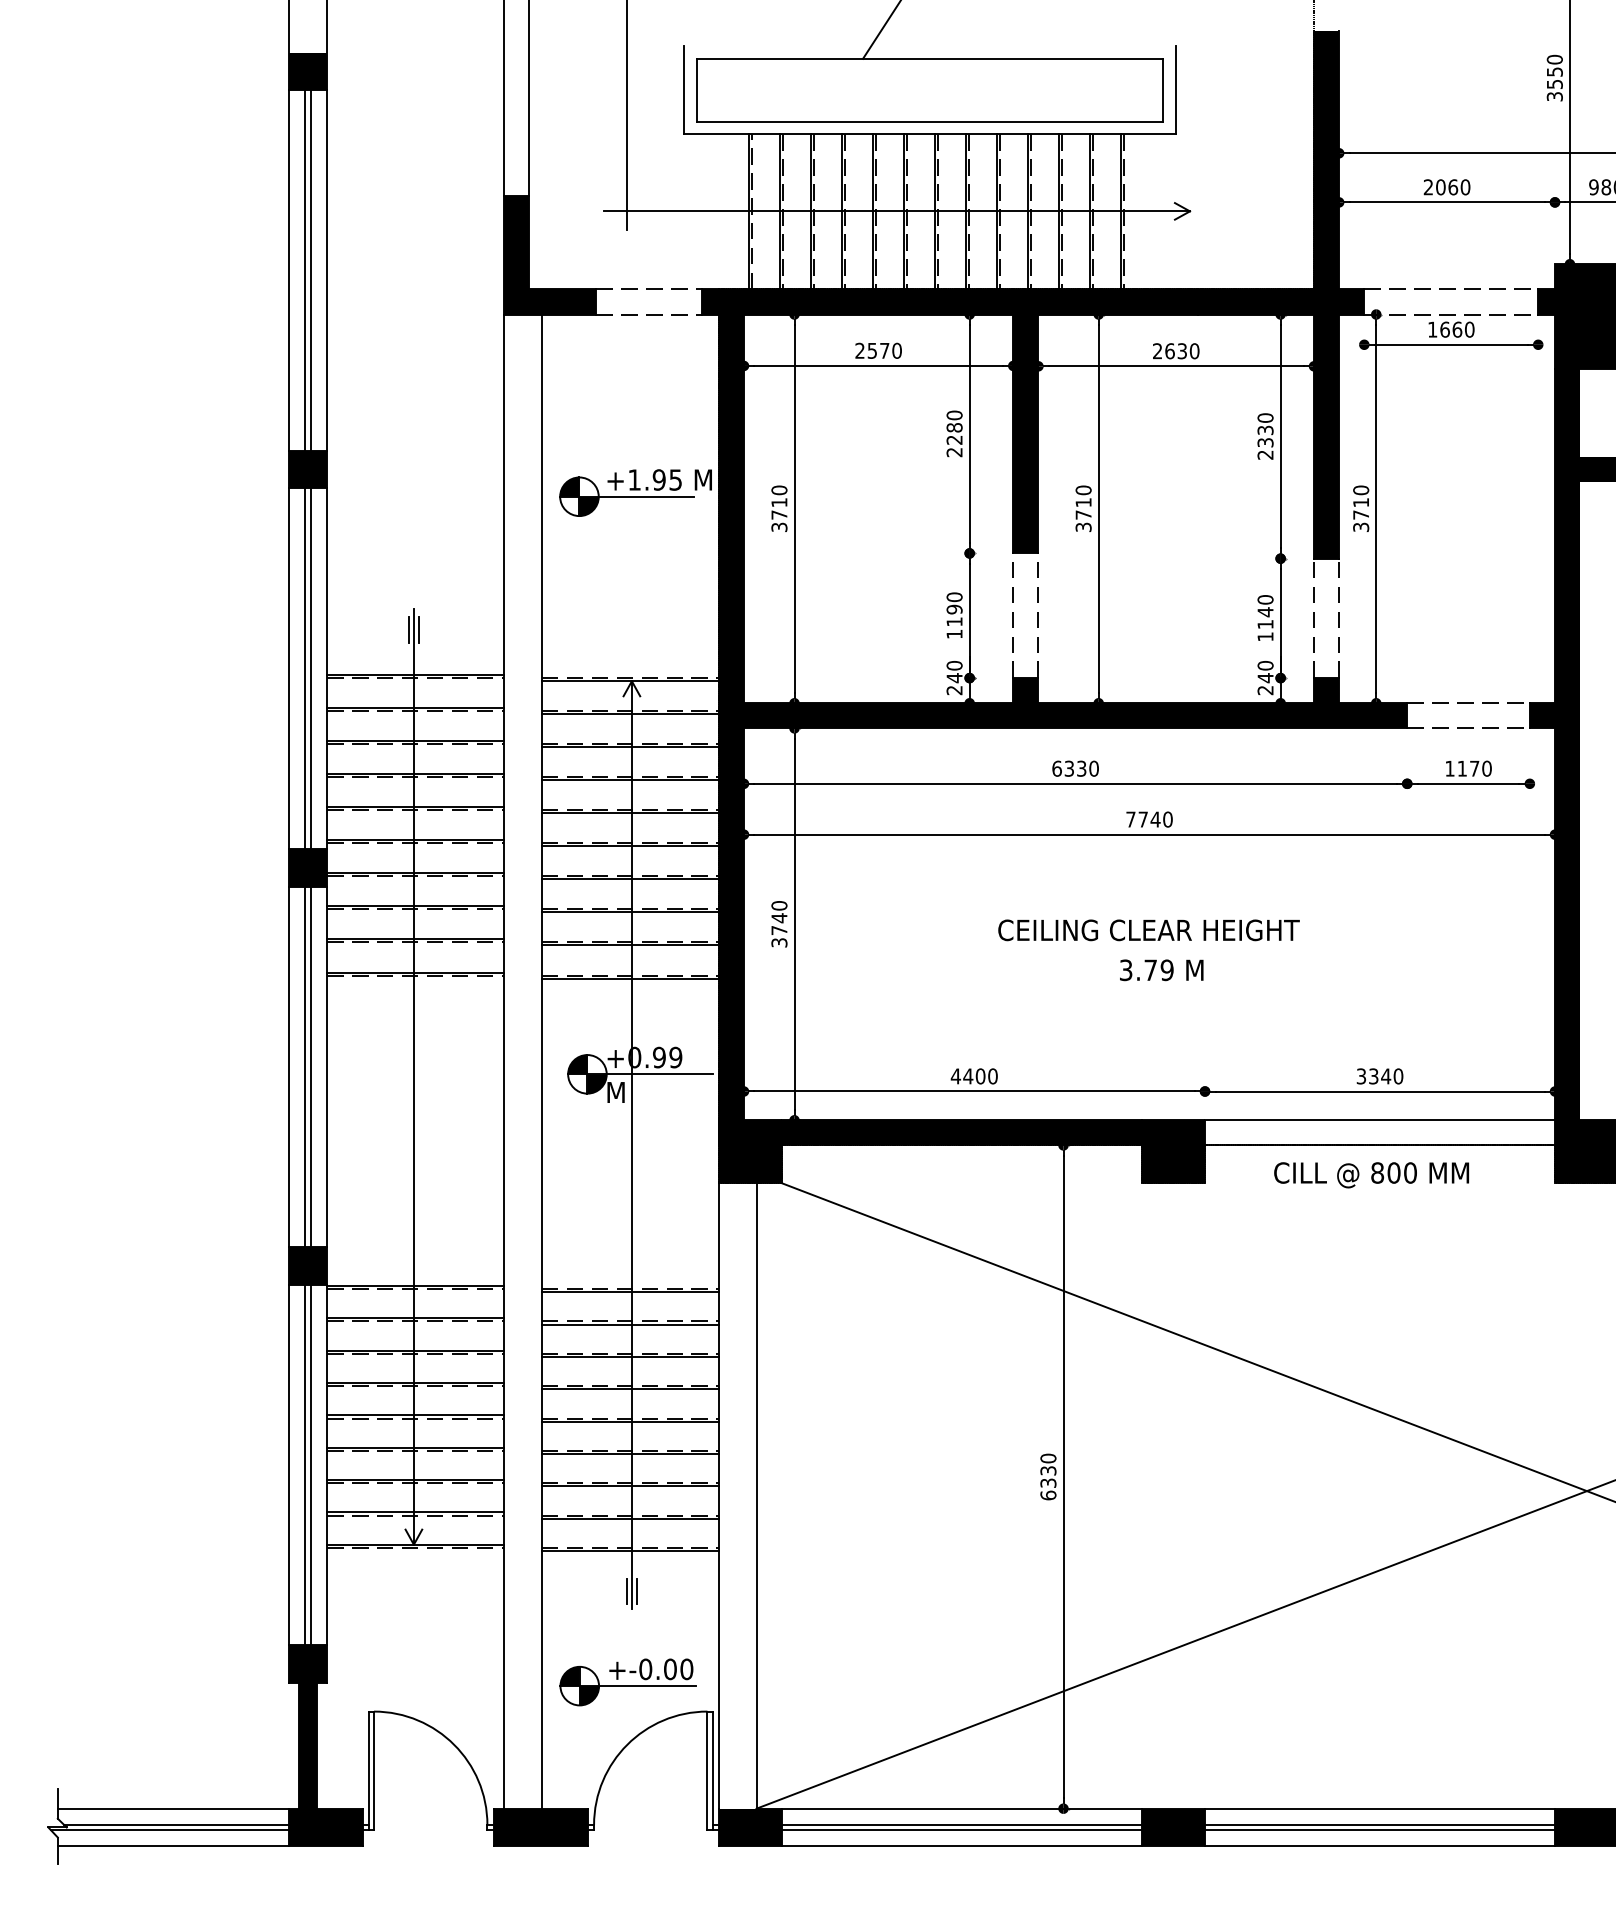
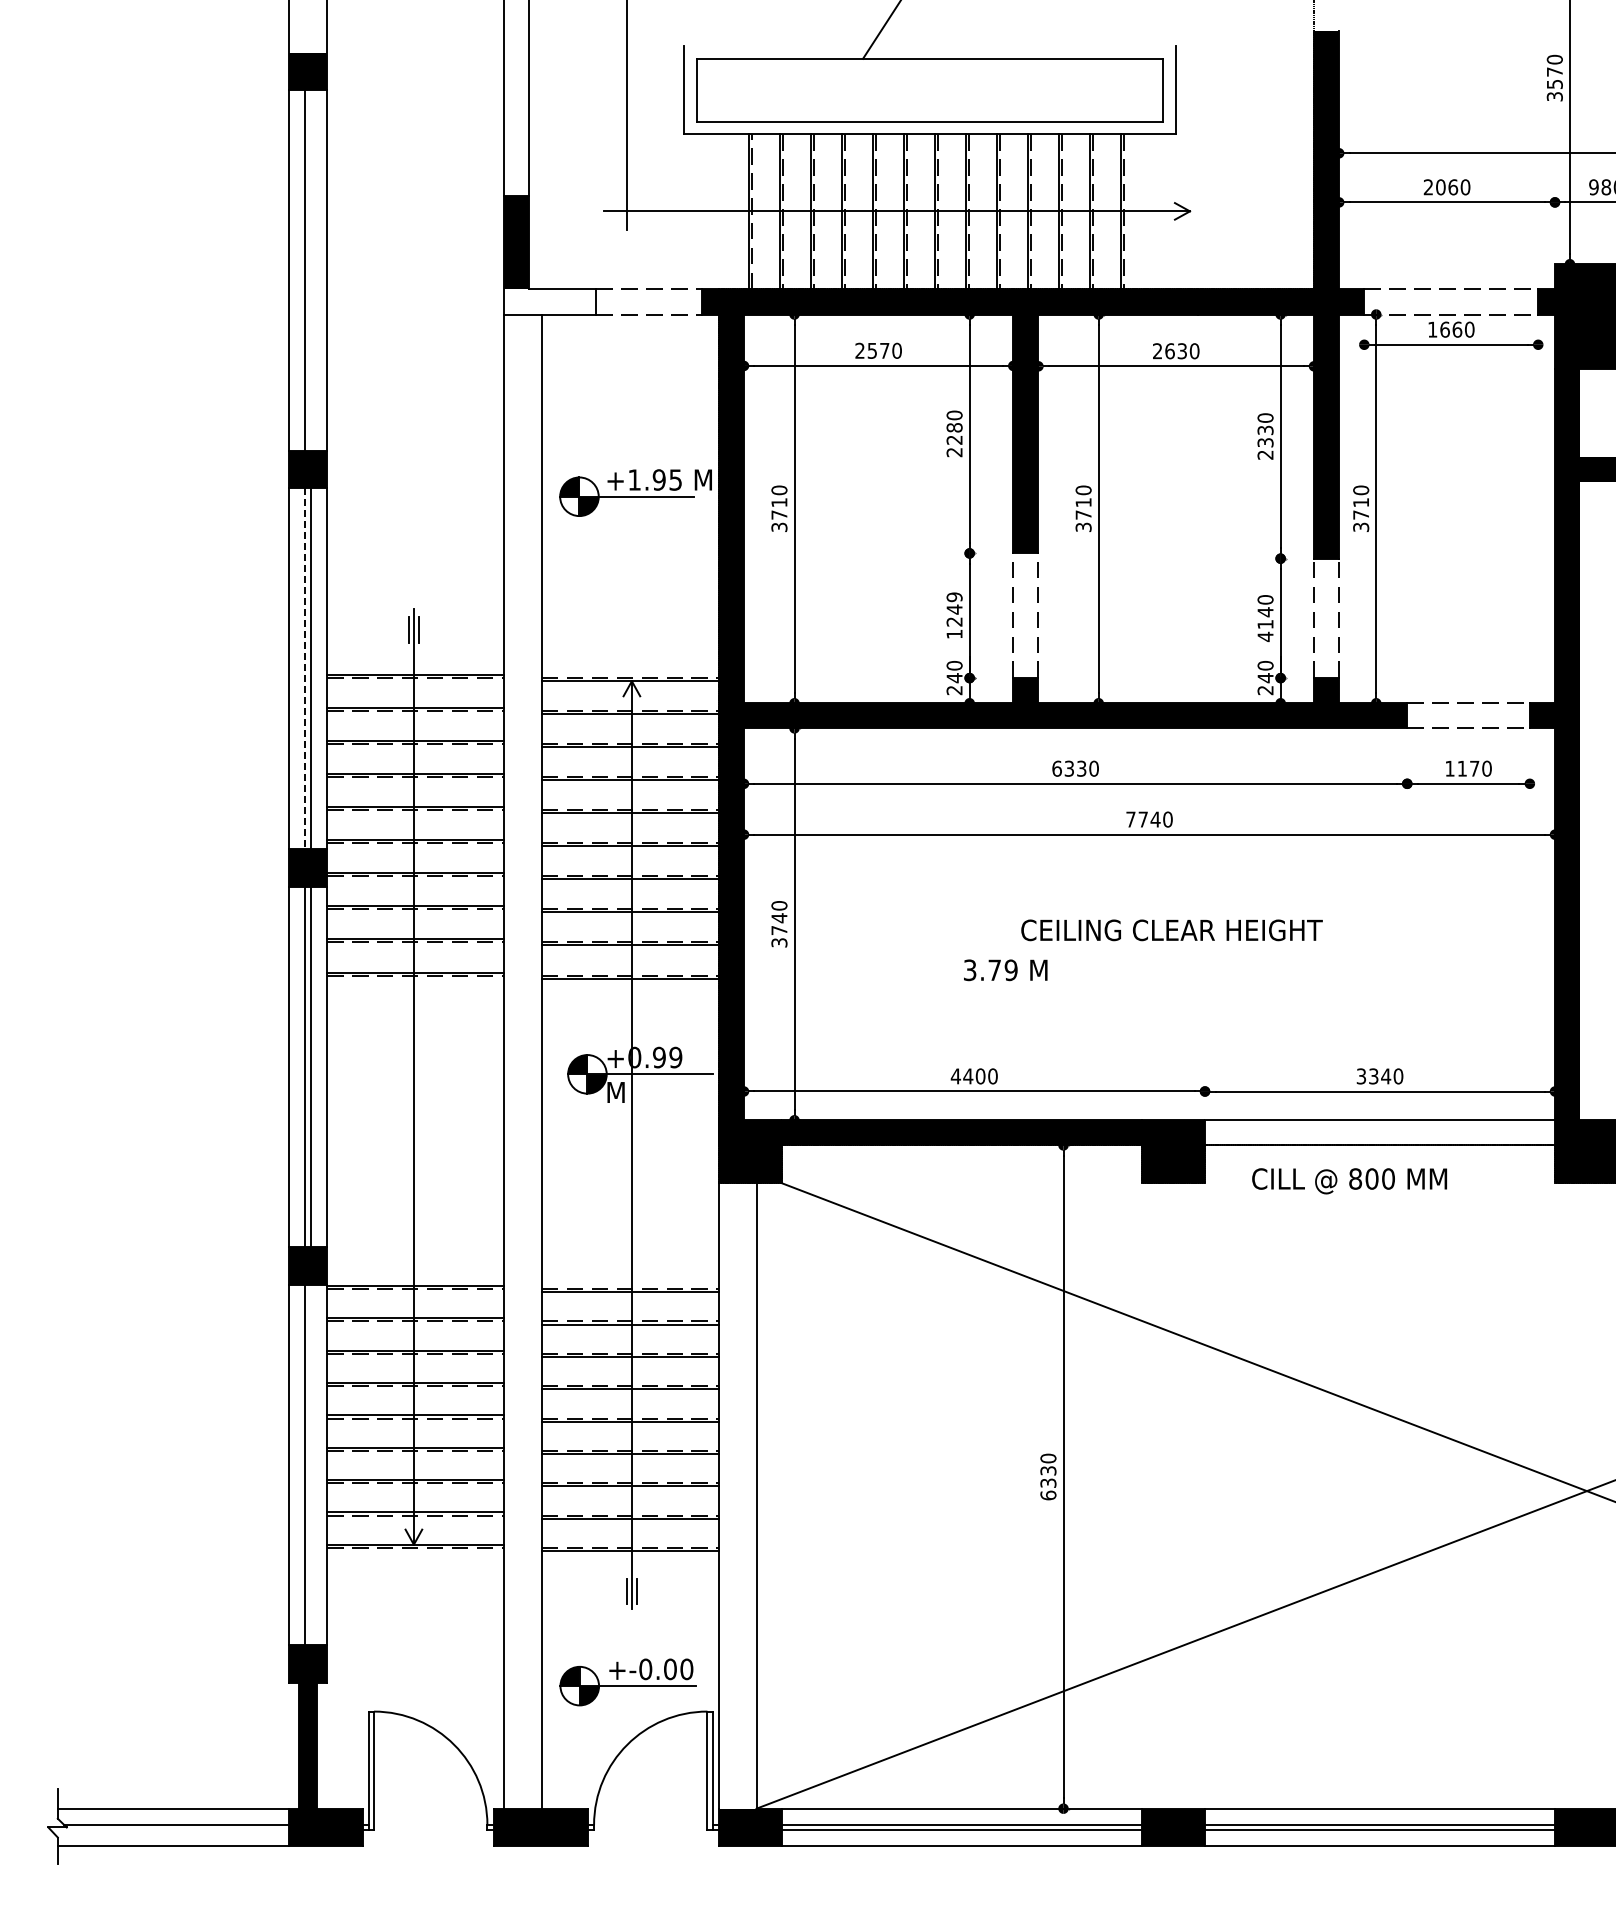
text at (1554, 71): 3550 -> 3570
line at (310, 270): present -> none
fill at (550, 301): present -> none
text at (954, 609): 1190 -> 1249
text at (1265, 636): 1140 -> 4140
line at (305, 669): solid -> dashed
text at (1148, 930) position: (1148, 930) -> (1171, 930)
text at (1161, 970) position: (1161, 970) -> (1005, 970)
text at (1371, 1175) position: (1371, 1175) -> (1349, 1181)
line at (310, 1464): present -> none
line at (169, 1830): present -> none
